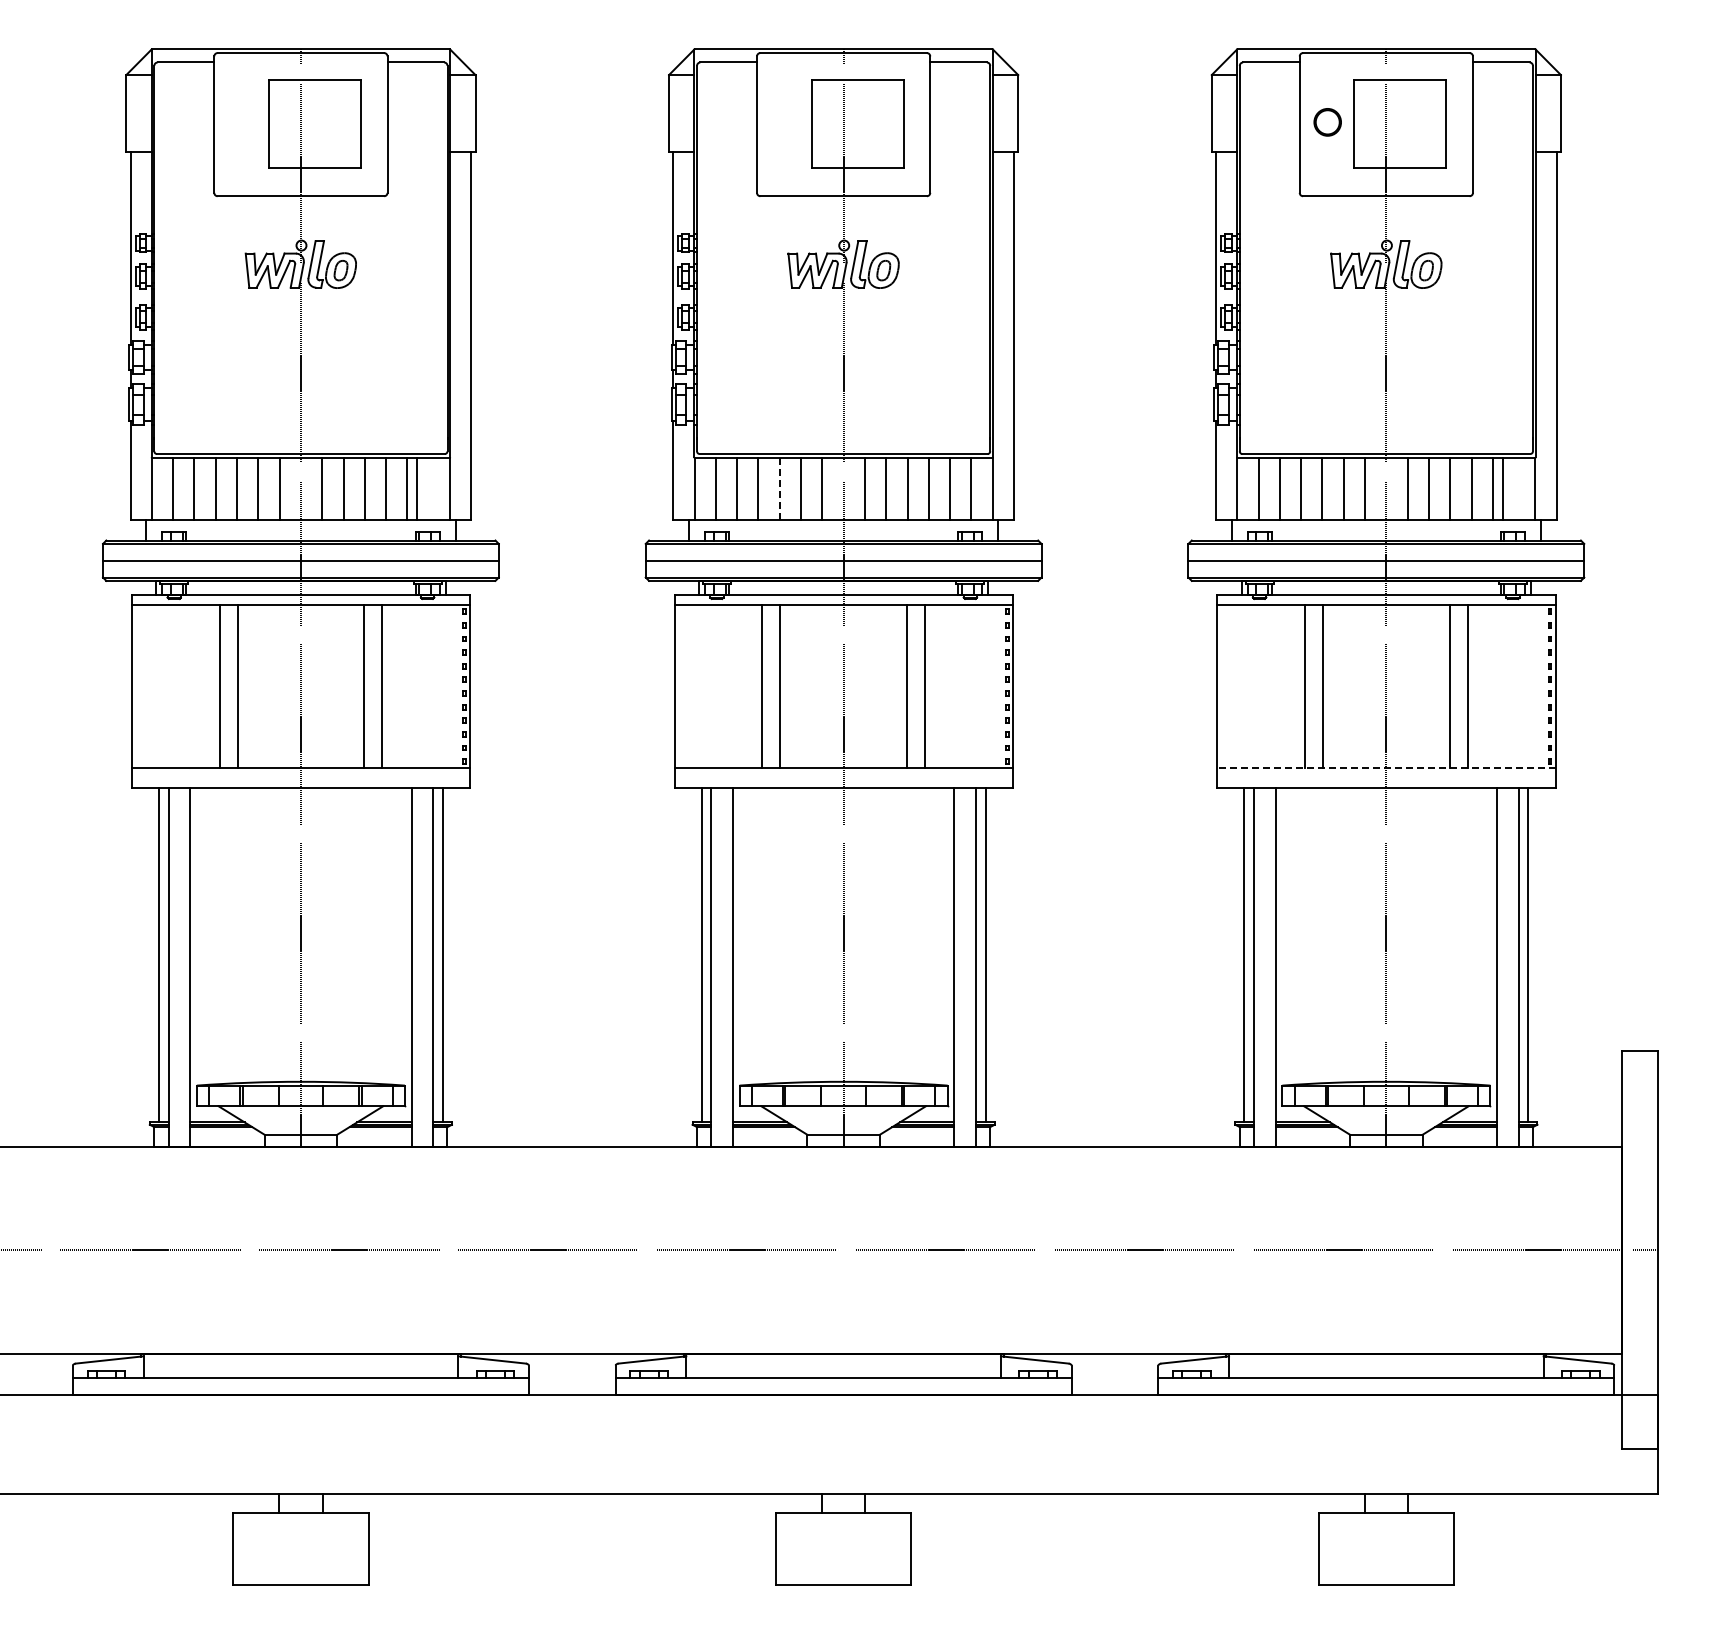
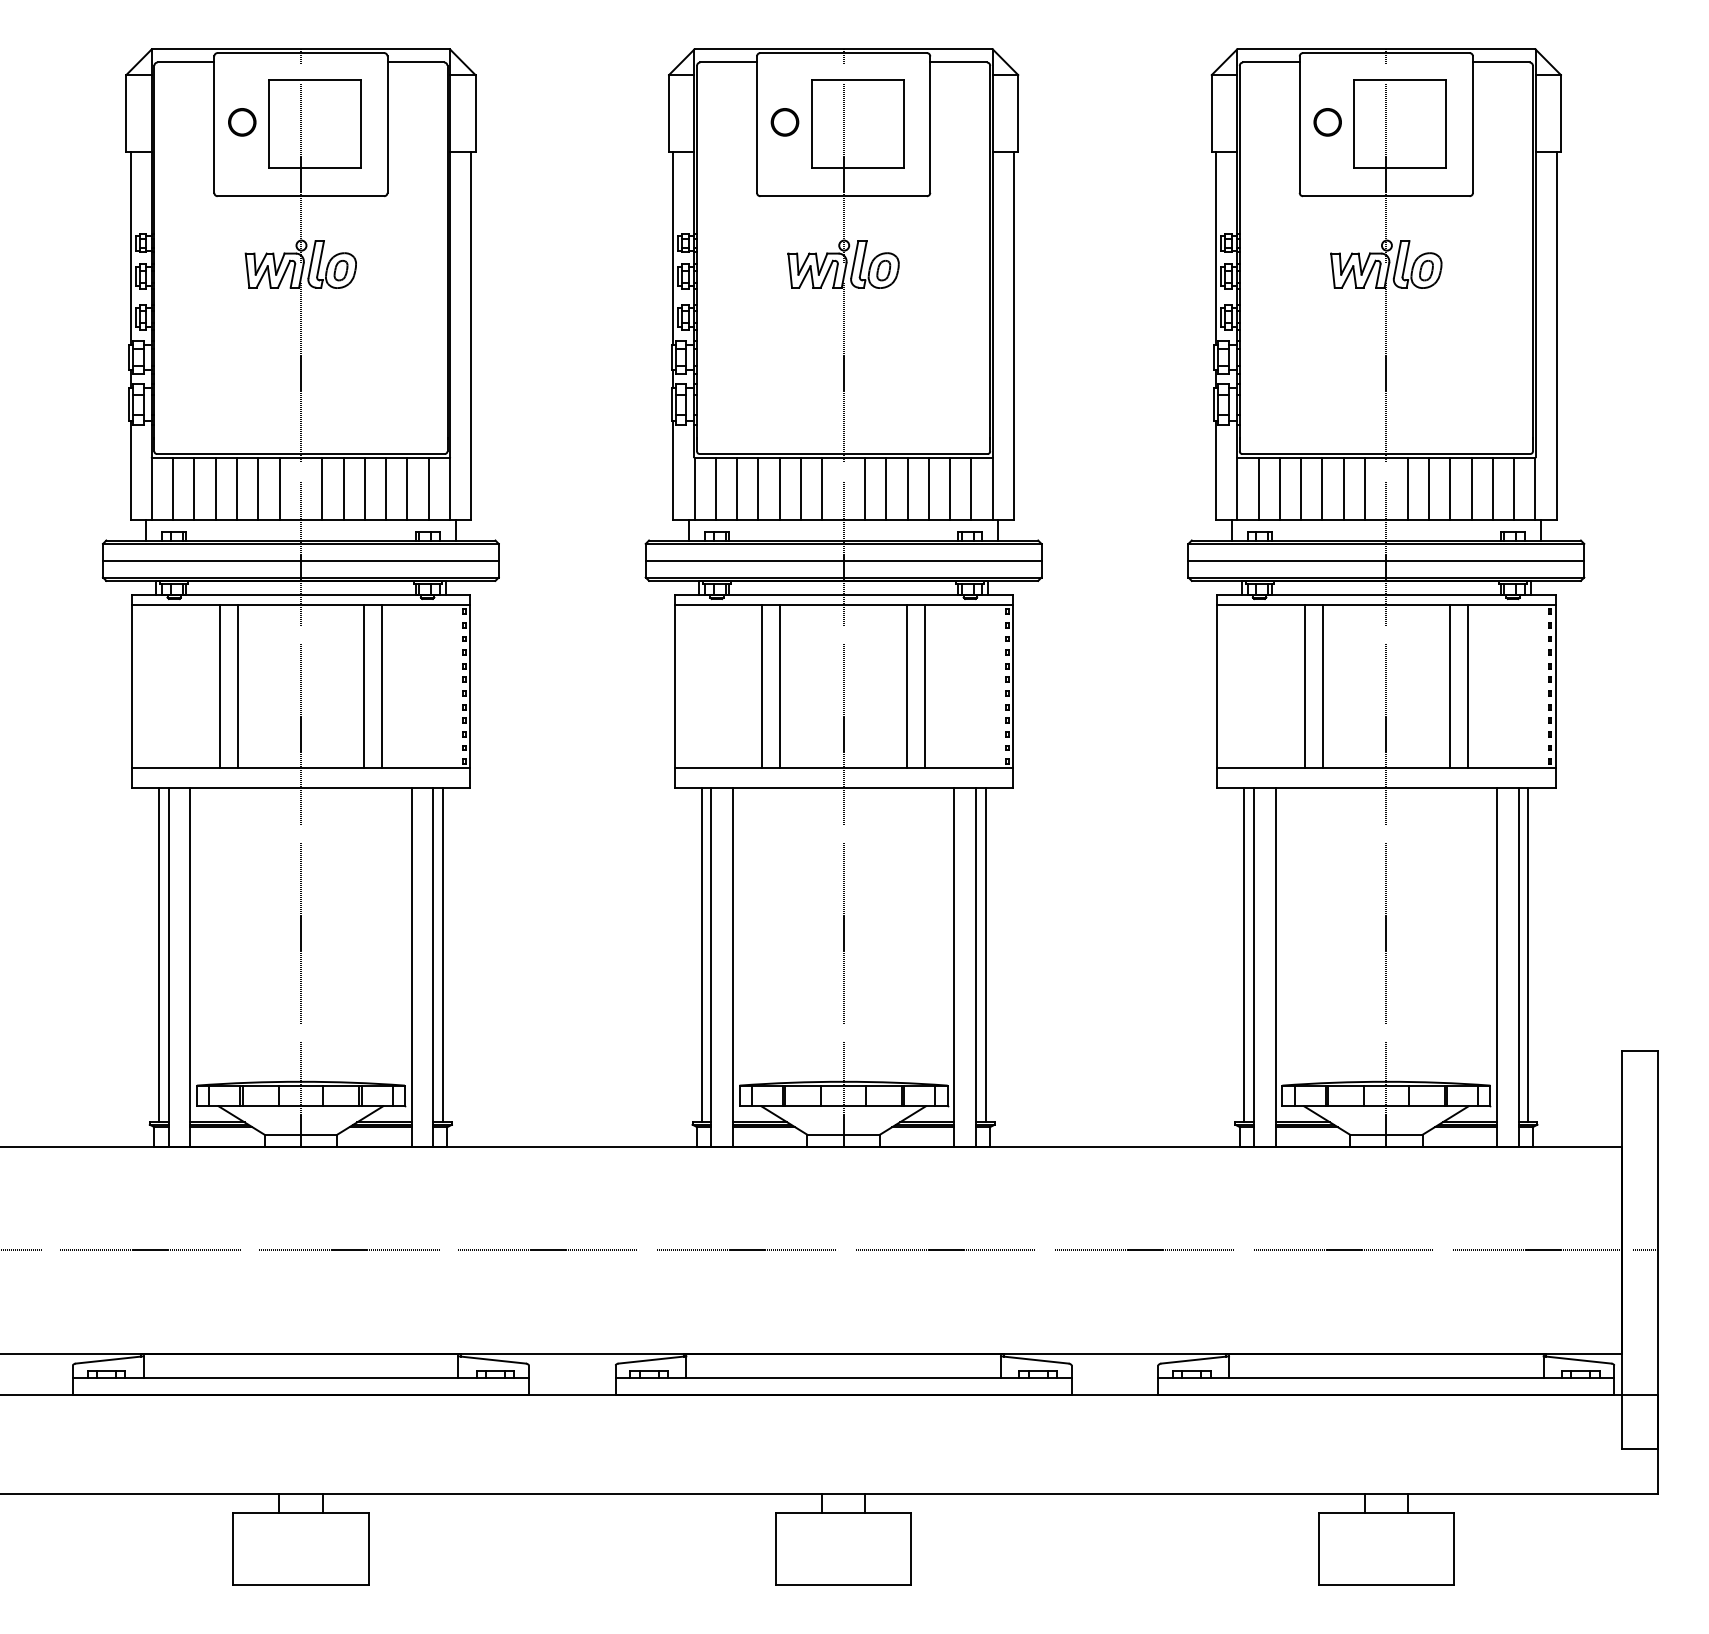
part at (242, 122): none -> present
part at (784, 122): none -> present
line at (416, 489) position: (416, 489) -> (428, 489)
line at (779, 489): dashed -> solid
line at (1503, 489) position: (1503, 489) -> (1514, 489)
line at (1385, 768): dashed -> solid
